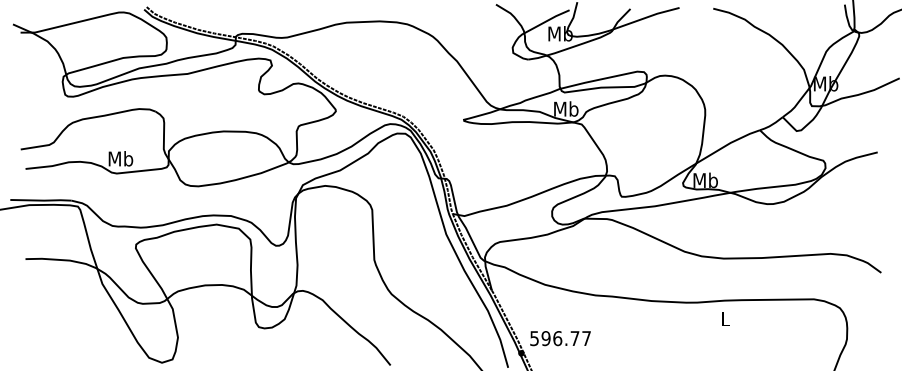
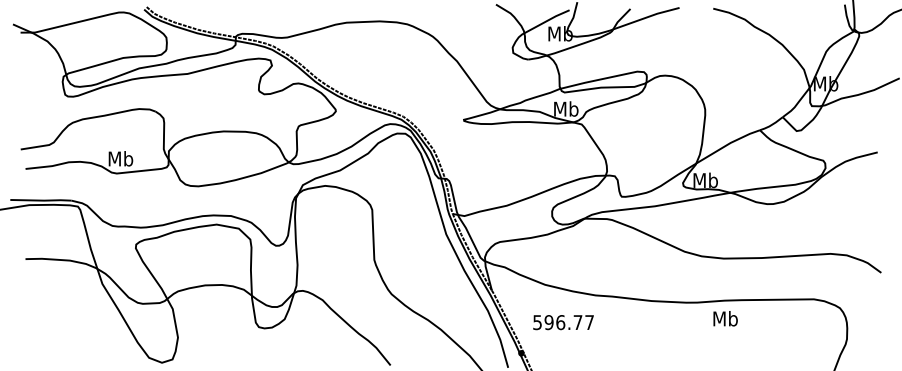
text at (725, 318): L -> Mb
text at (560, 338) position: (560, 338) -> (563, 322)
